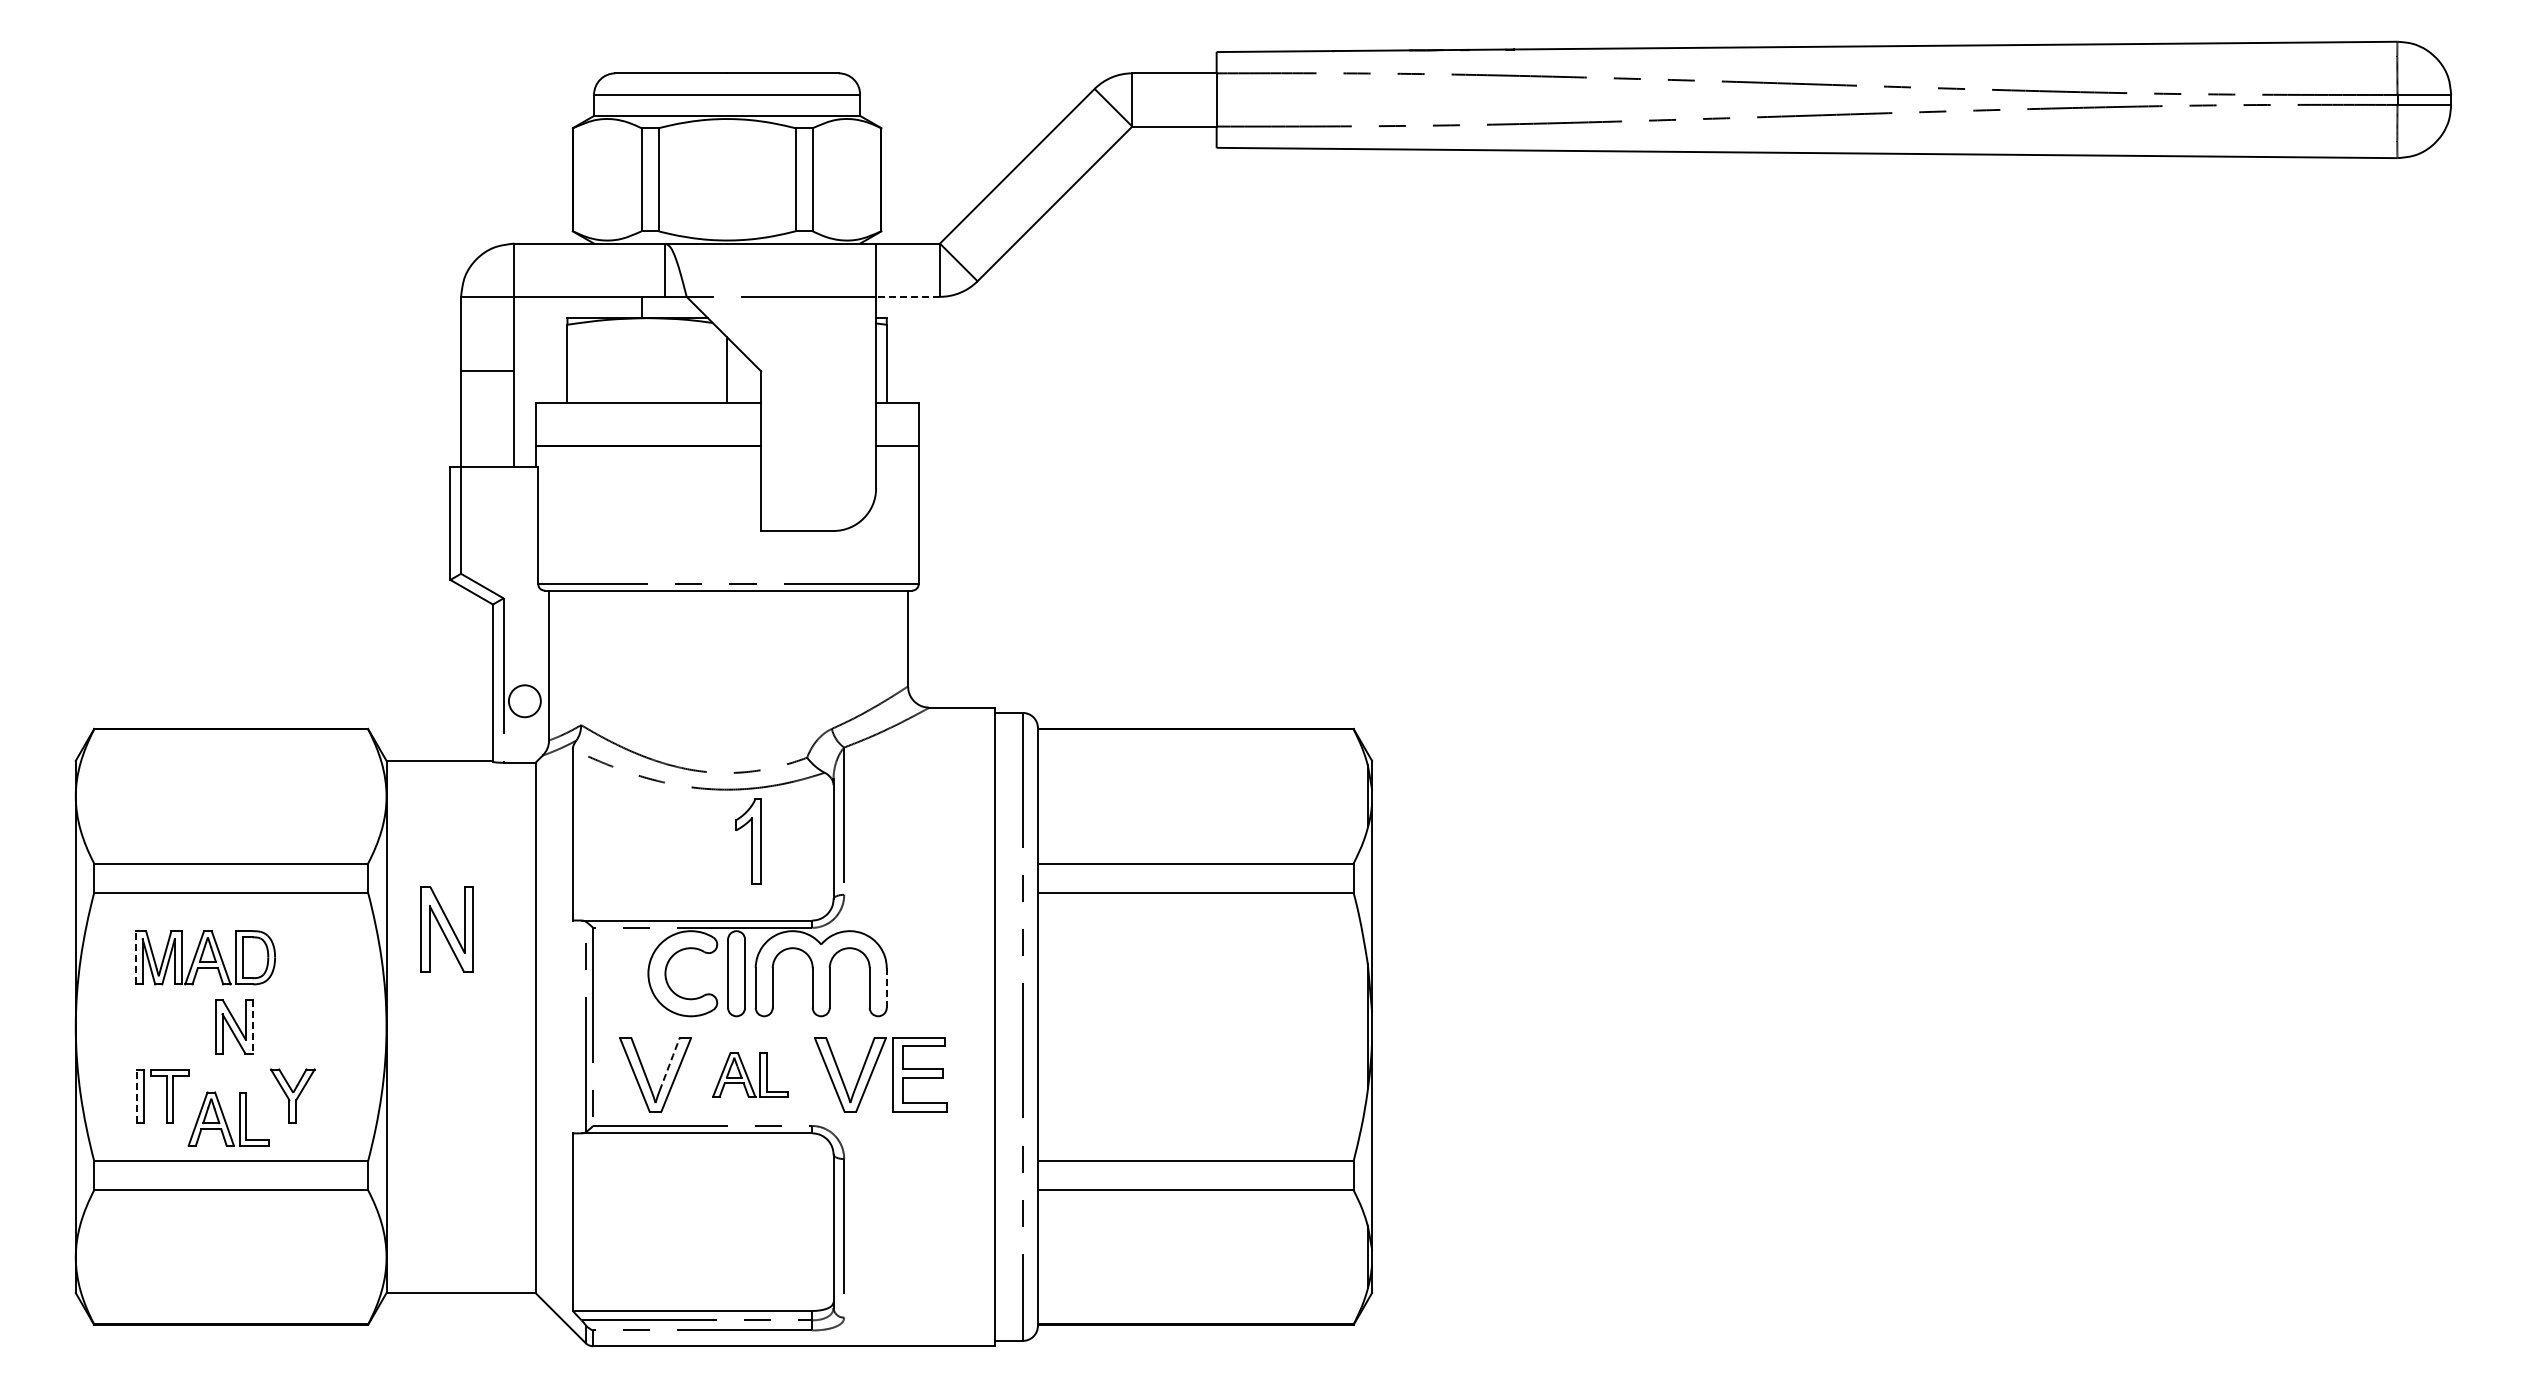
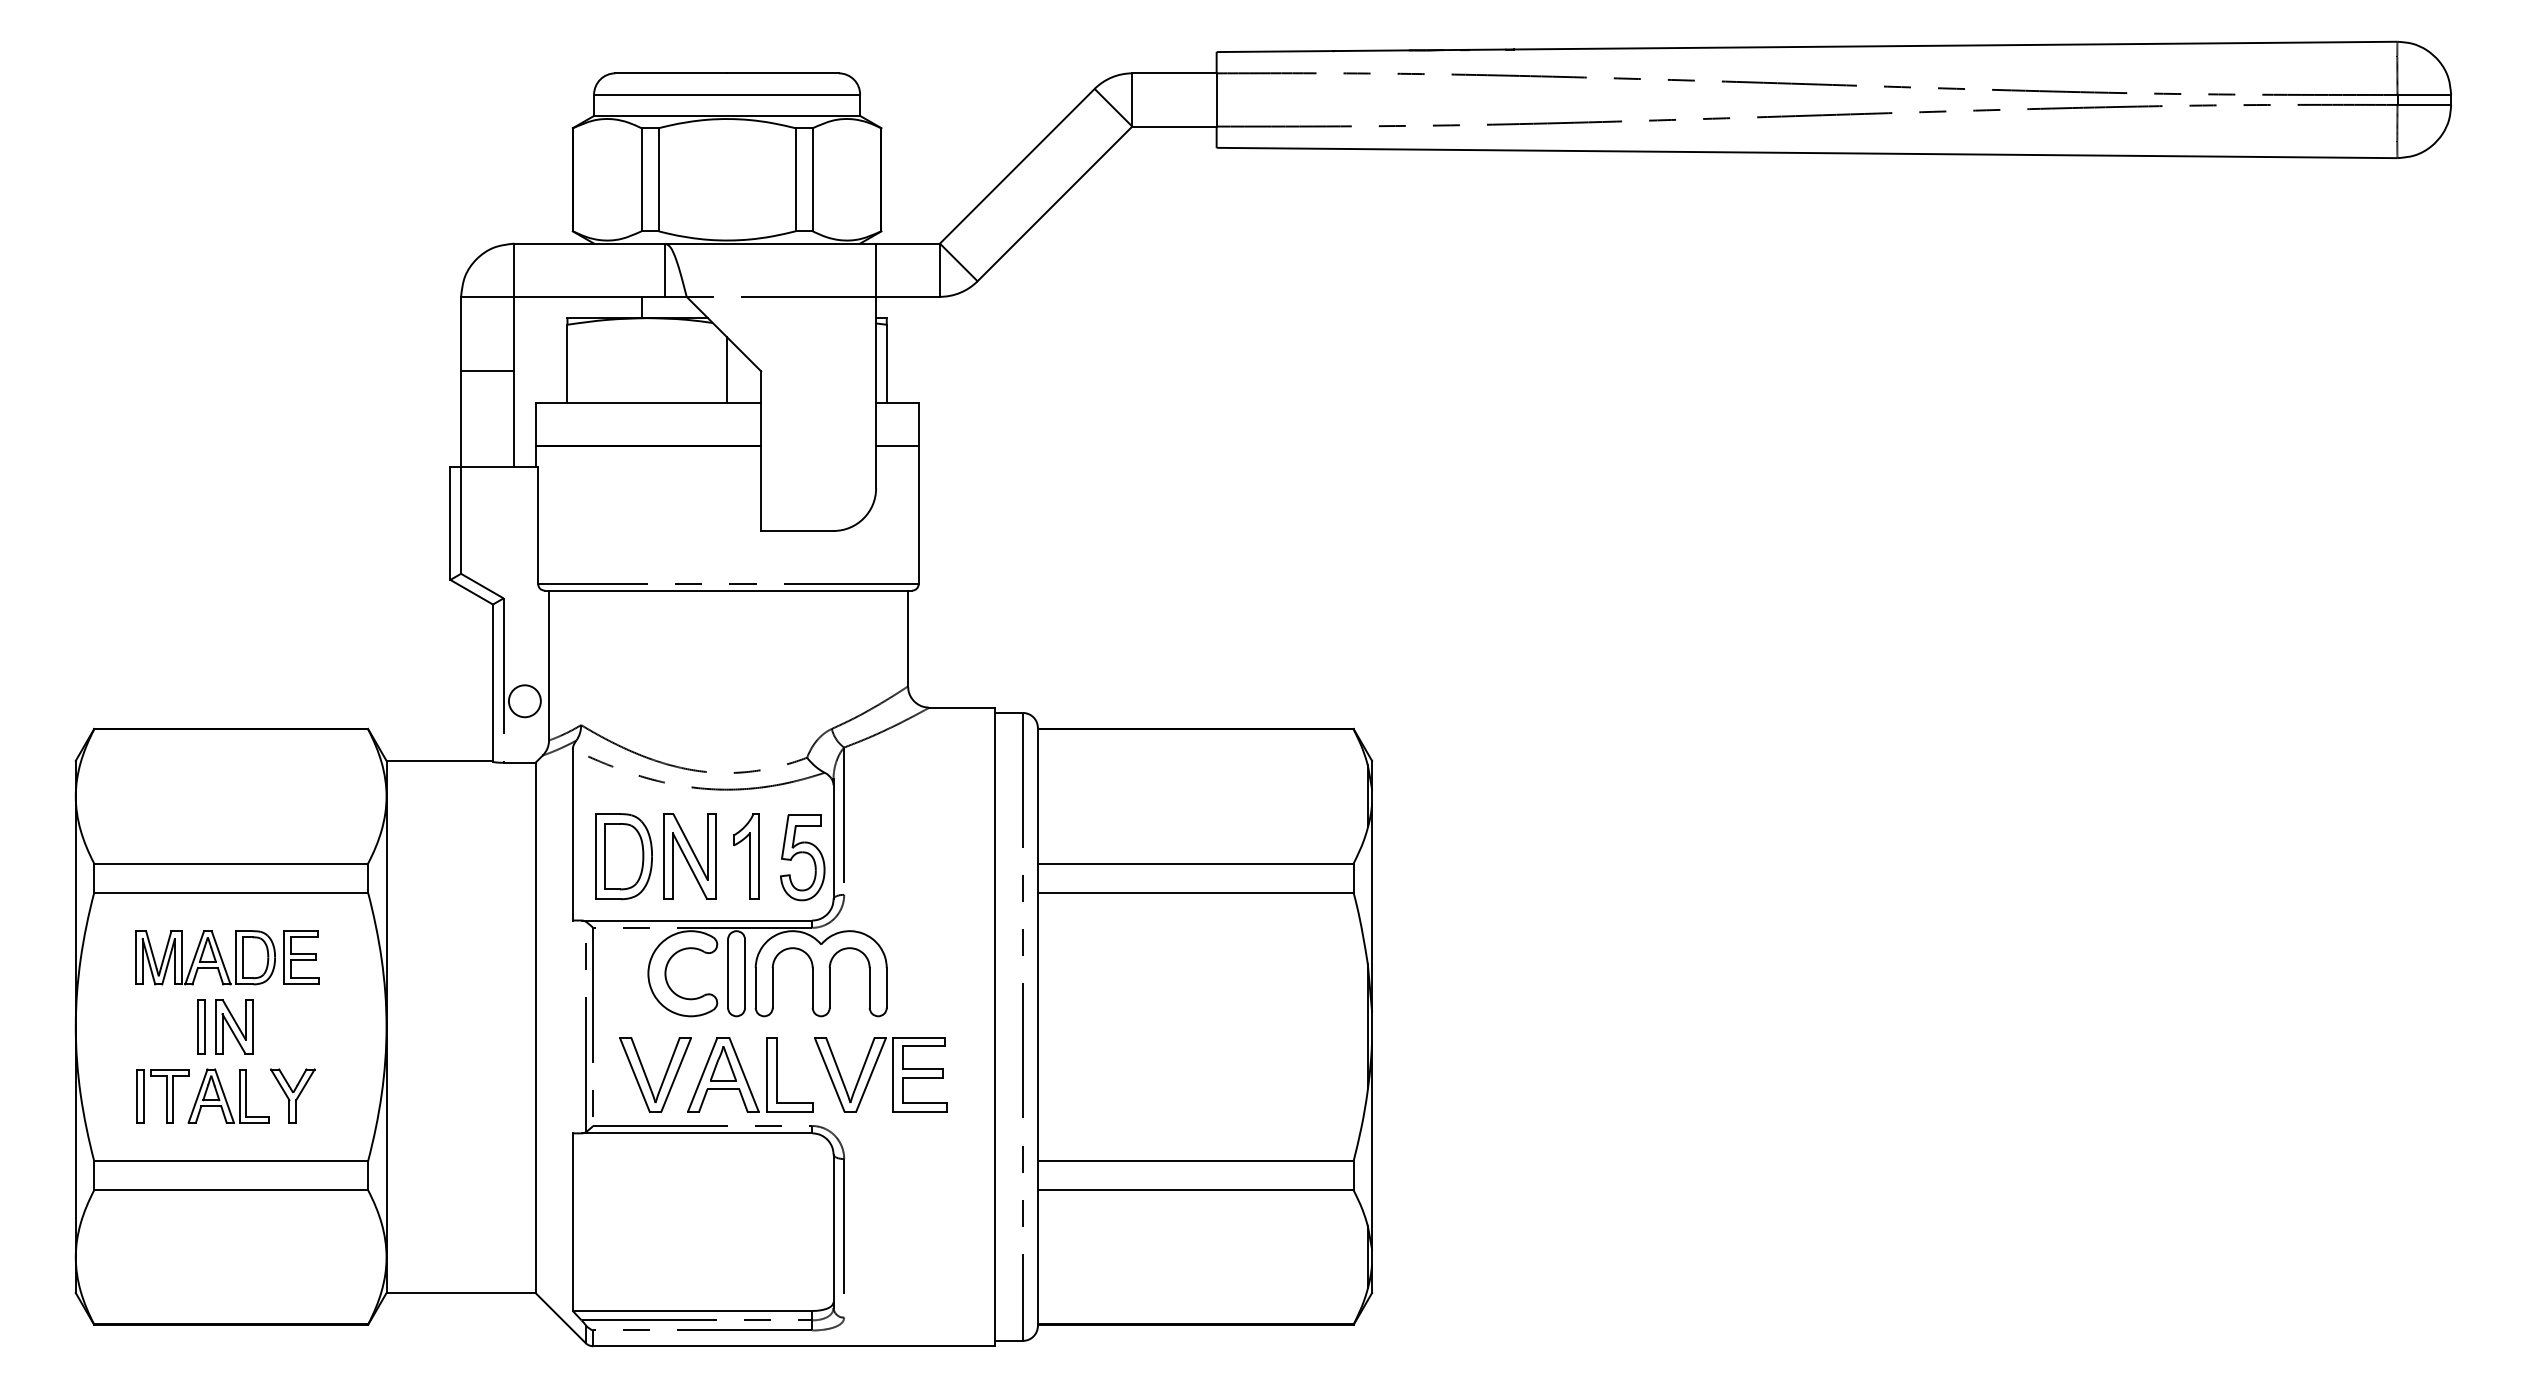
line at (908, 296): dashed -> solid
part at (748, 841) position: (748, 841) -> (746, 856)
part at (623, 856): none -> present
part at (802, 857): none -> present
part at (446, 929) position: (446, 929) -> (689, 856)
line at (135, 957): dashed -> solid
part at (301, 957): none -> present
line at (886, 987): dashed -> solid
part at (201, 1026): none -> present
line at (252, 1026): dashed -> solid
line at (670, 1063): dashed -> solid
part at (750, 1074) size: 77x46 px -> 127x76 px
line at (137, 1096): dashed -> solid
part at (228, 1118) position: (228, 1118) -> (228, 1095)
